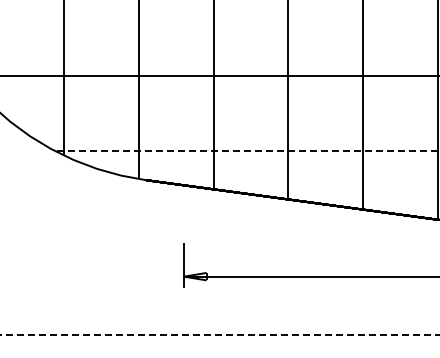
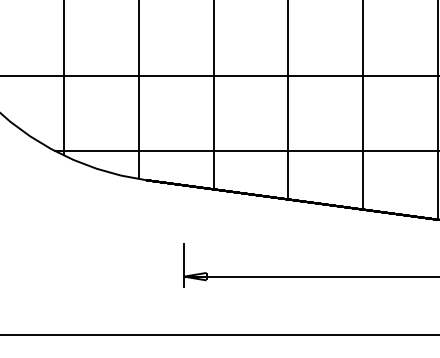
line at (246, 150): dashed -> solid
line at (220, 334): dashed -> solid
